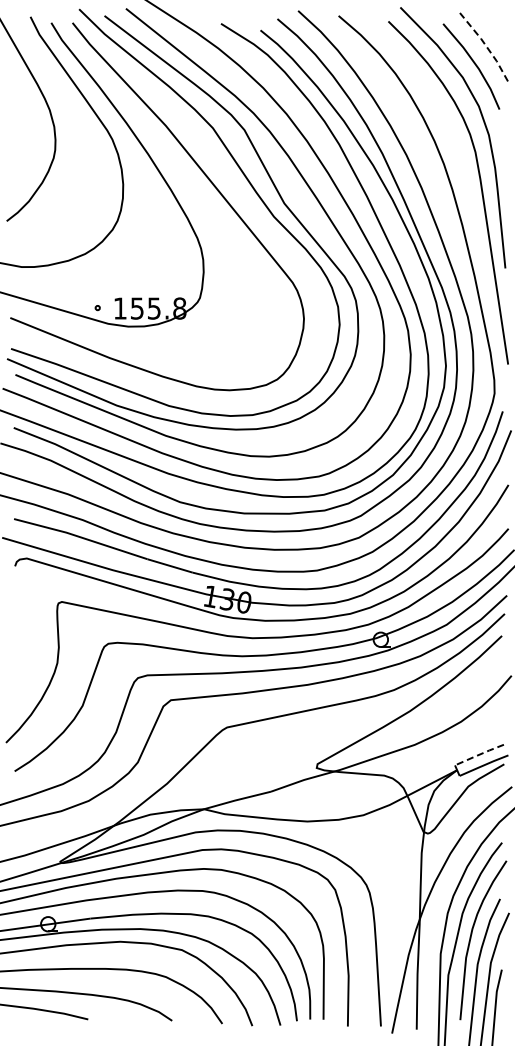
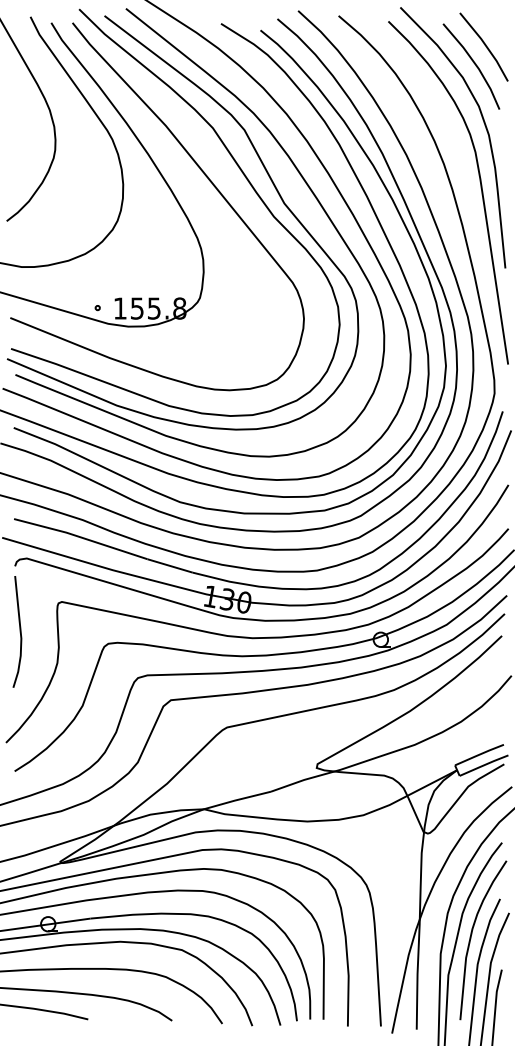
line at (486, 46): dashed -> solid
line at (19, 631): none -> present
line at (479, 754): dashed -> solid
